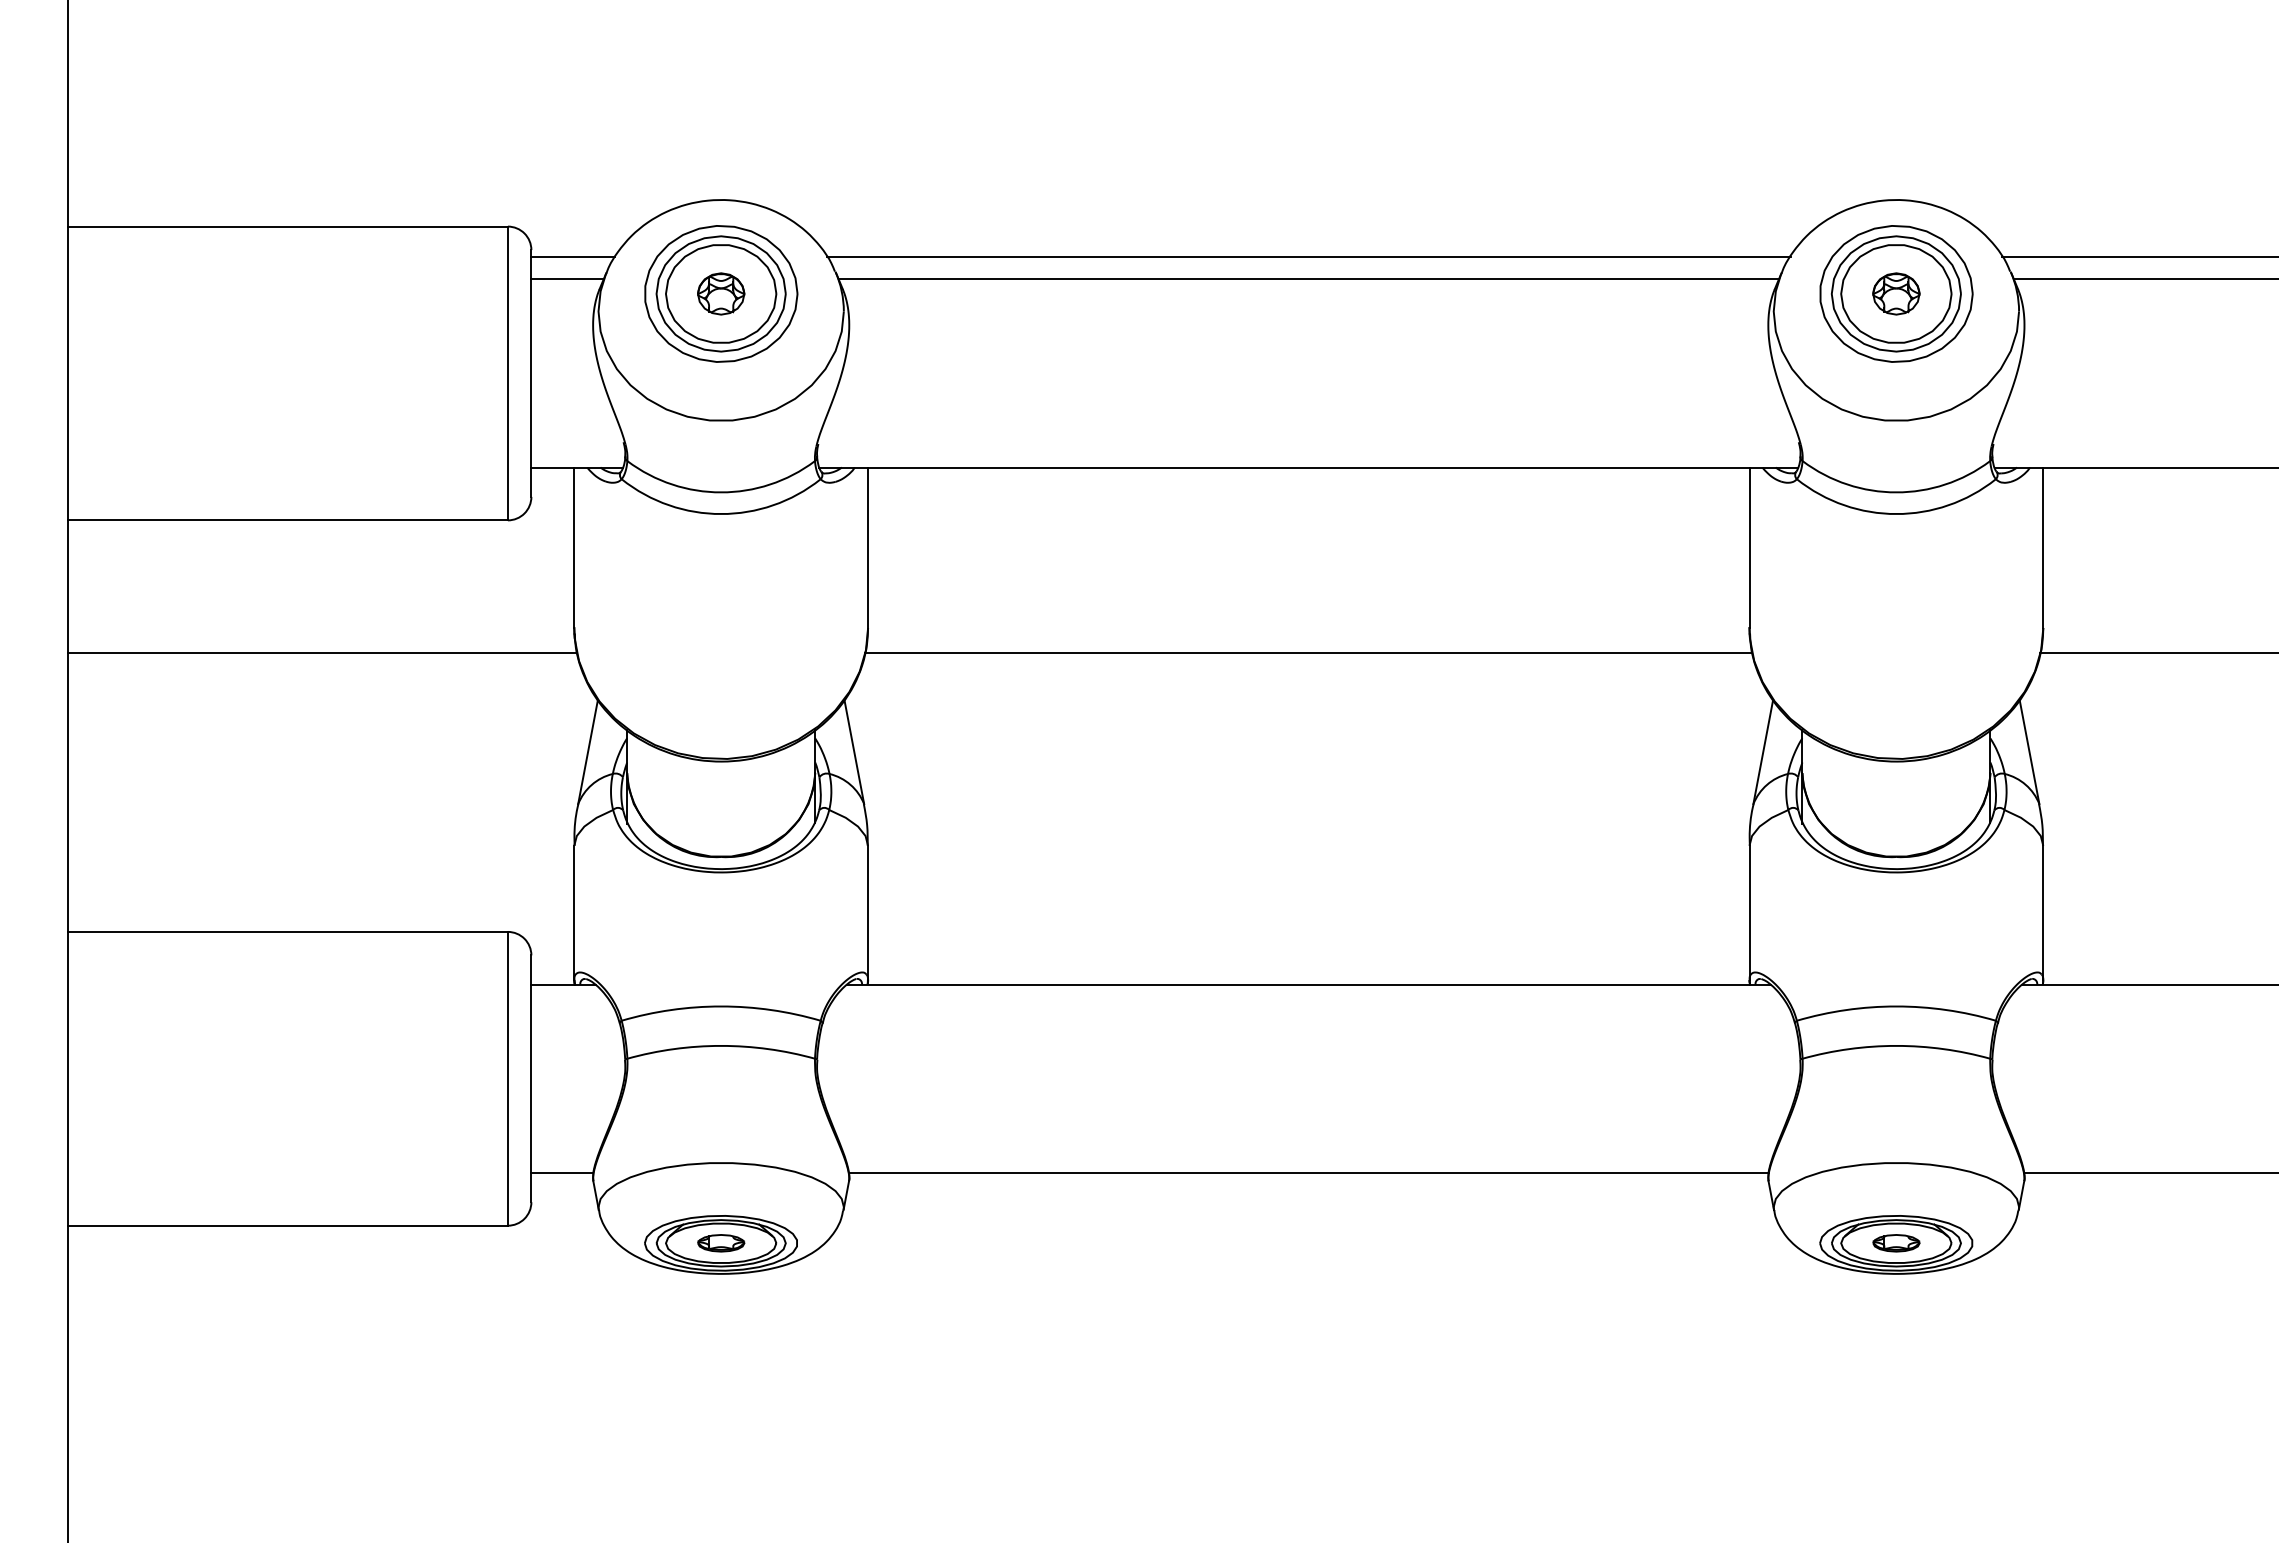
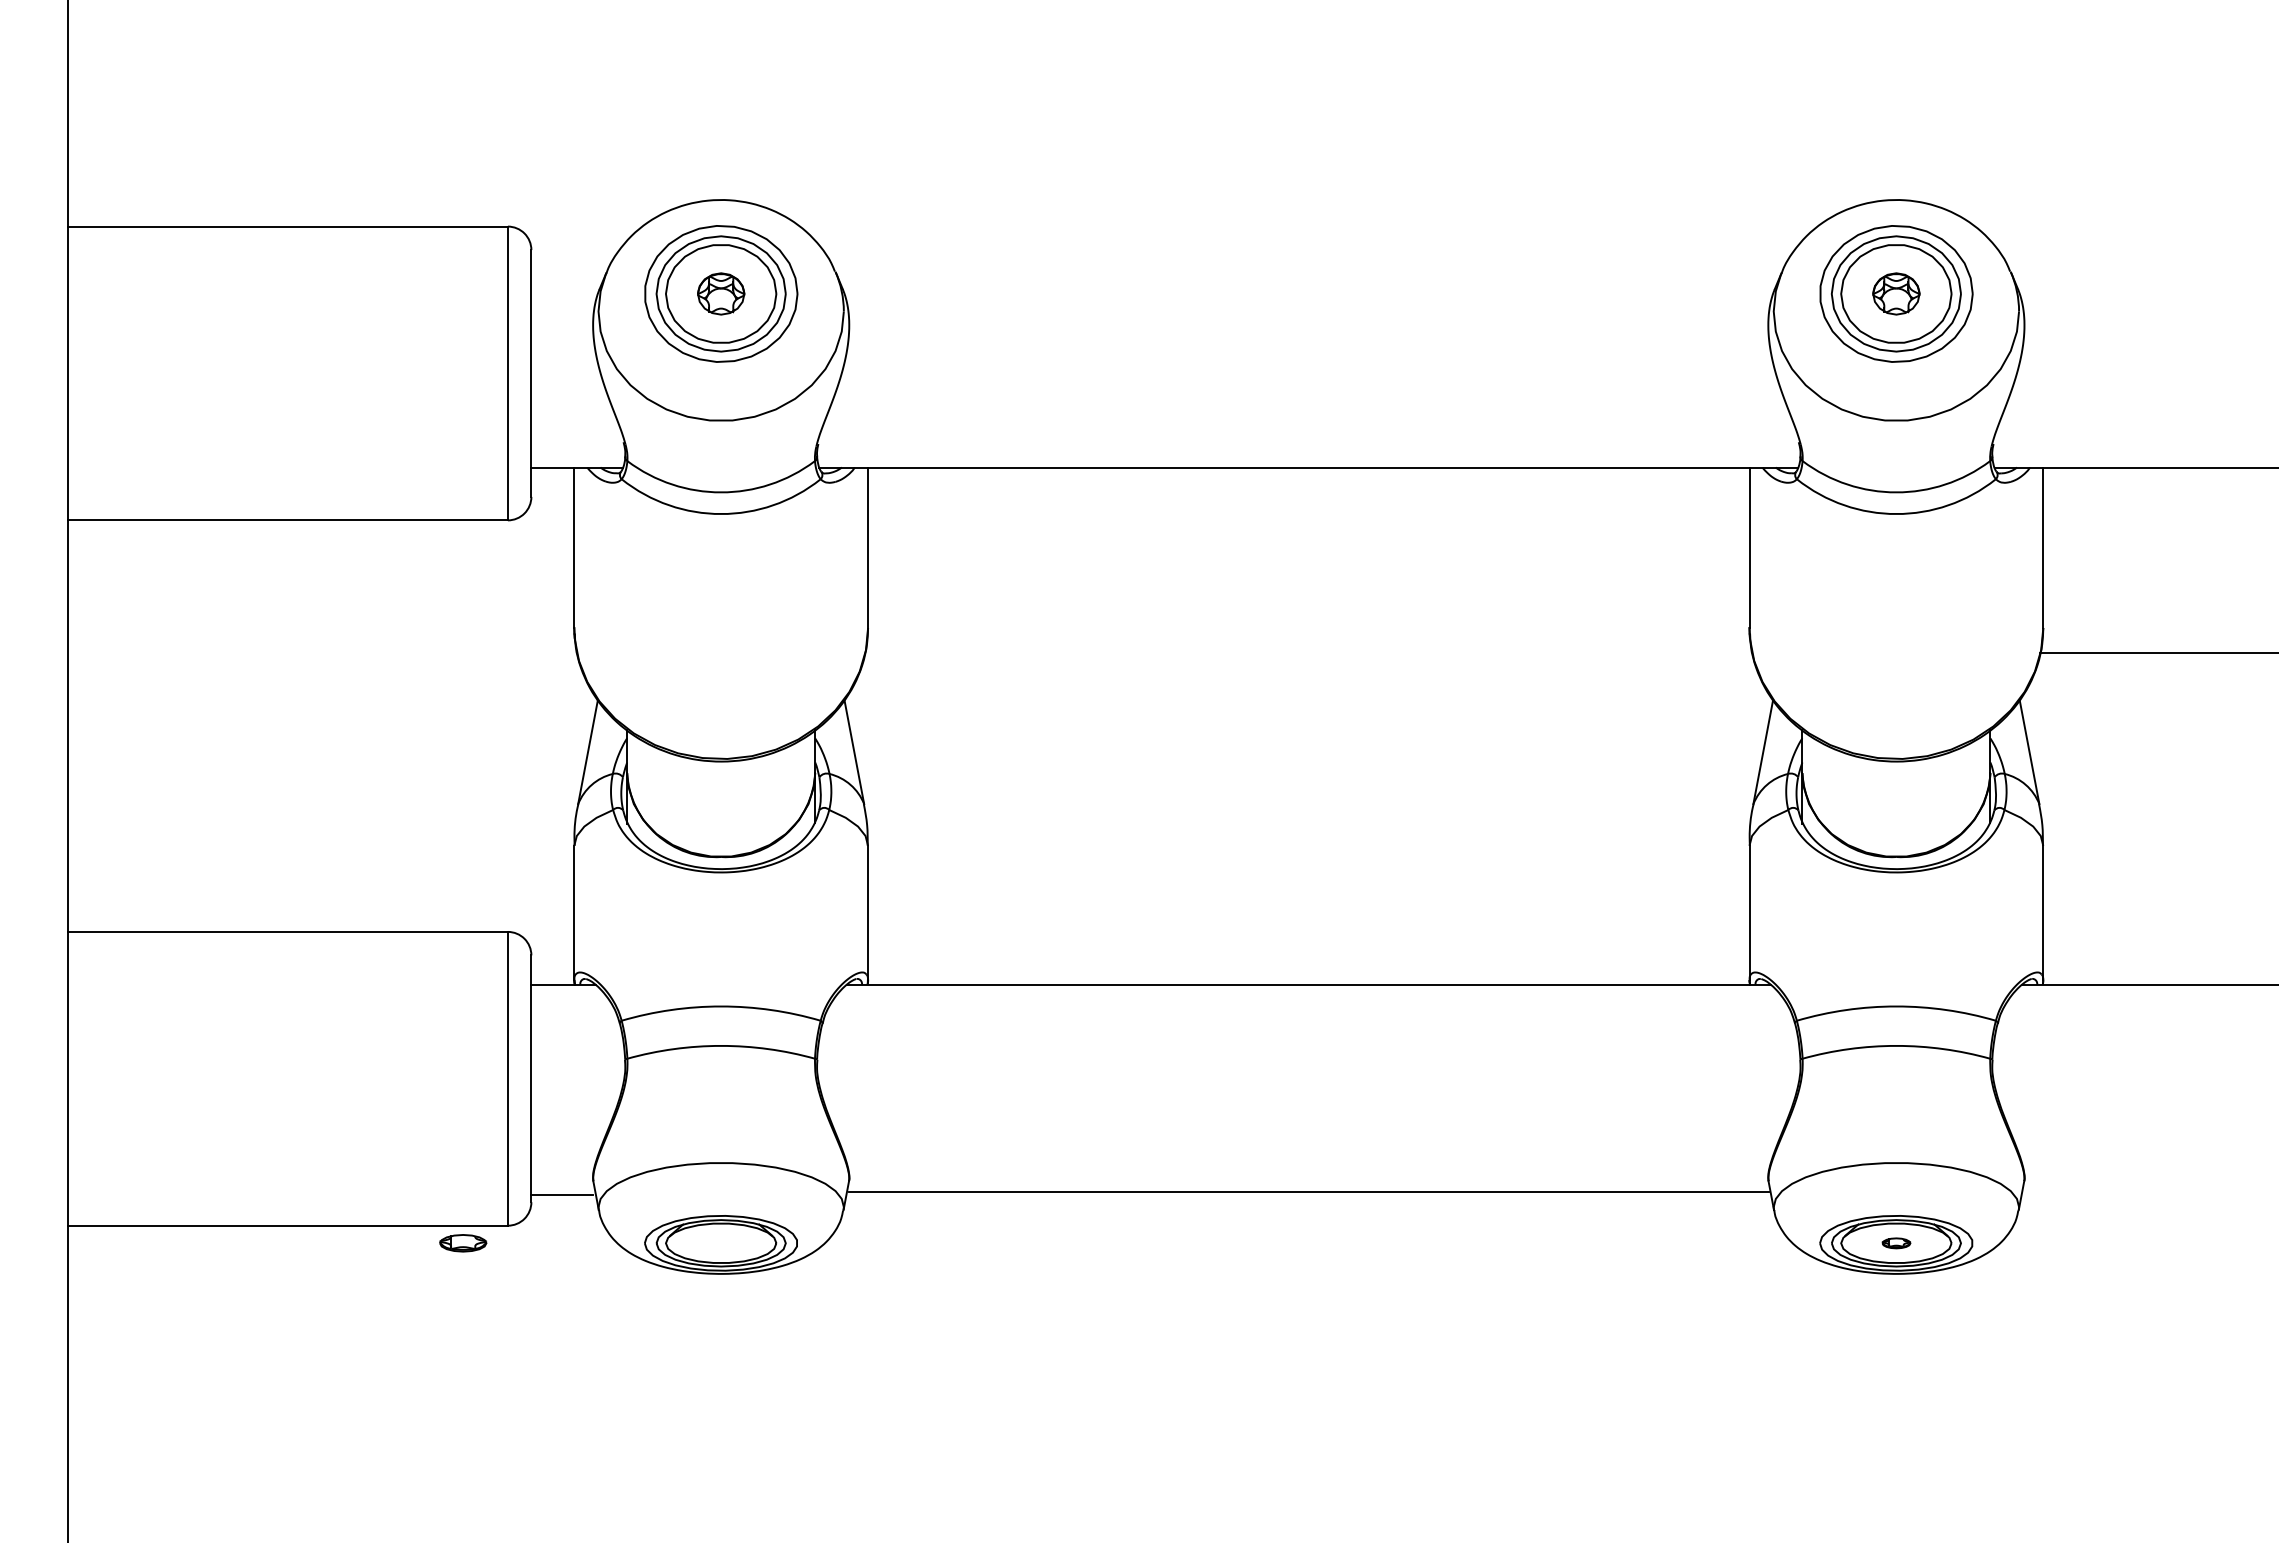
line at (573, 256): present -> none
line at (1308, 256): present -> none
line at (2138, 256): present -> none
line at (567, 279): present -> none
line at (1308, 279): present -> none
line at (2144, 279): present -> none
line at (322, 652): present -> none
line at (1308, 652): present -> none
line at (562, 1172) position: (562, 1172) -> (562, 1194)
line at (1308, 1172) position: (1308, 1172) -> (1308, 1191)
line at (2149, 1172): present -> none
part at (721, 1243) position: (721, 1243) -> (463, 1243)
part at (1896, 1243) size: 49x19 px -> 31x13 px
